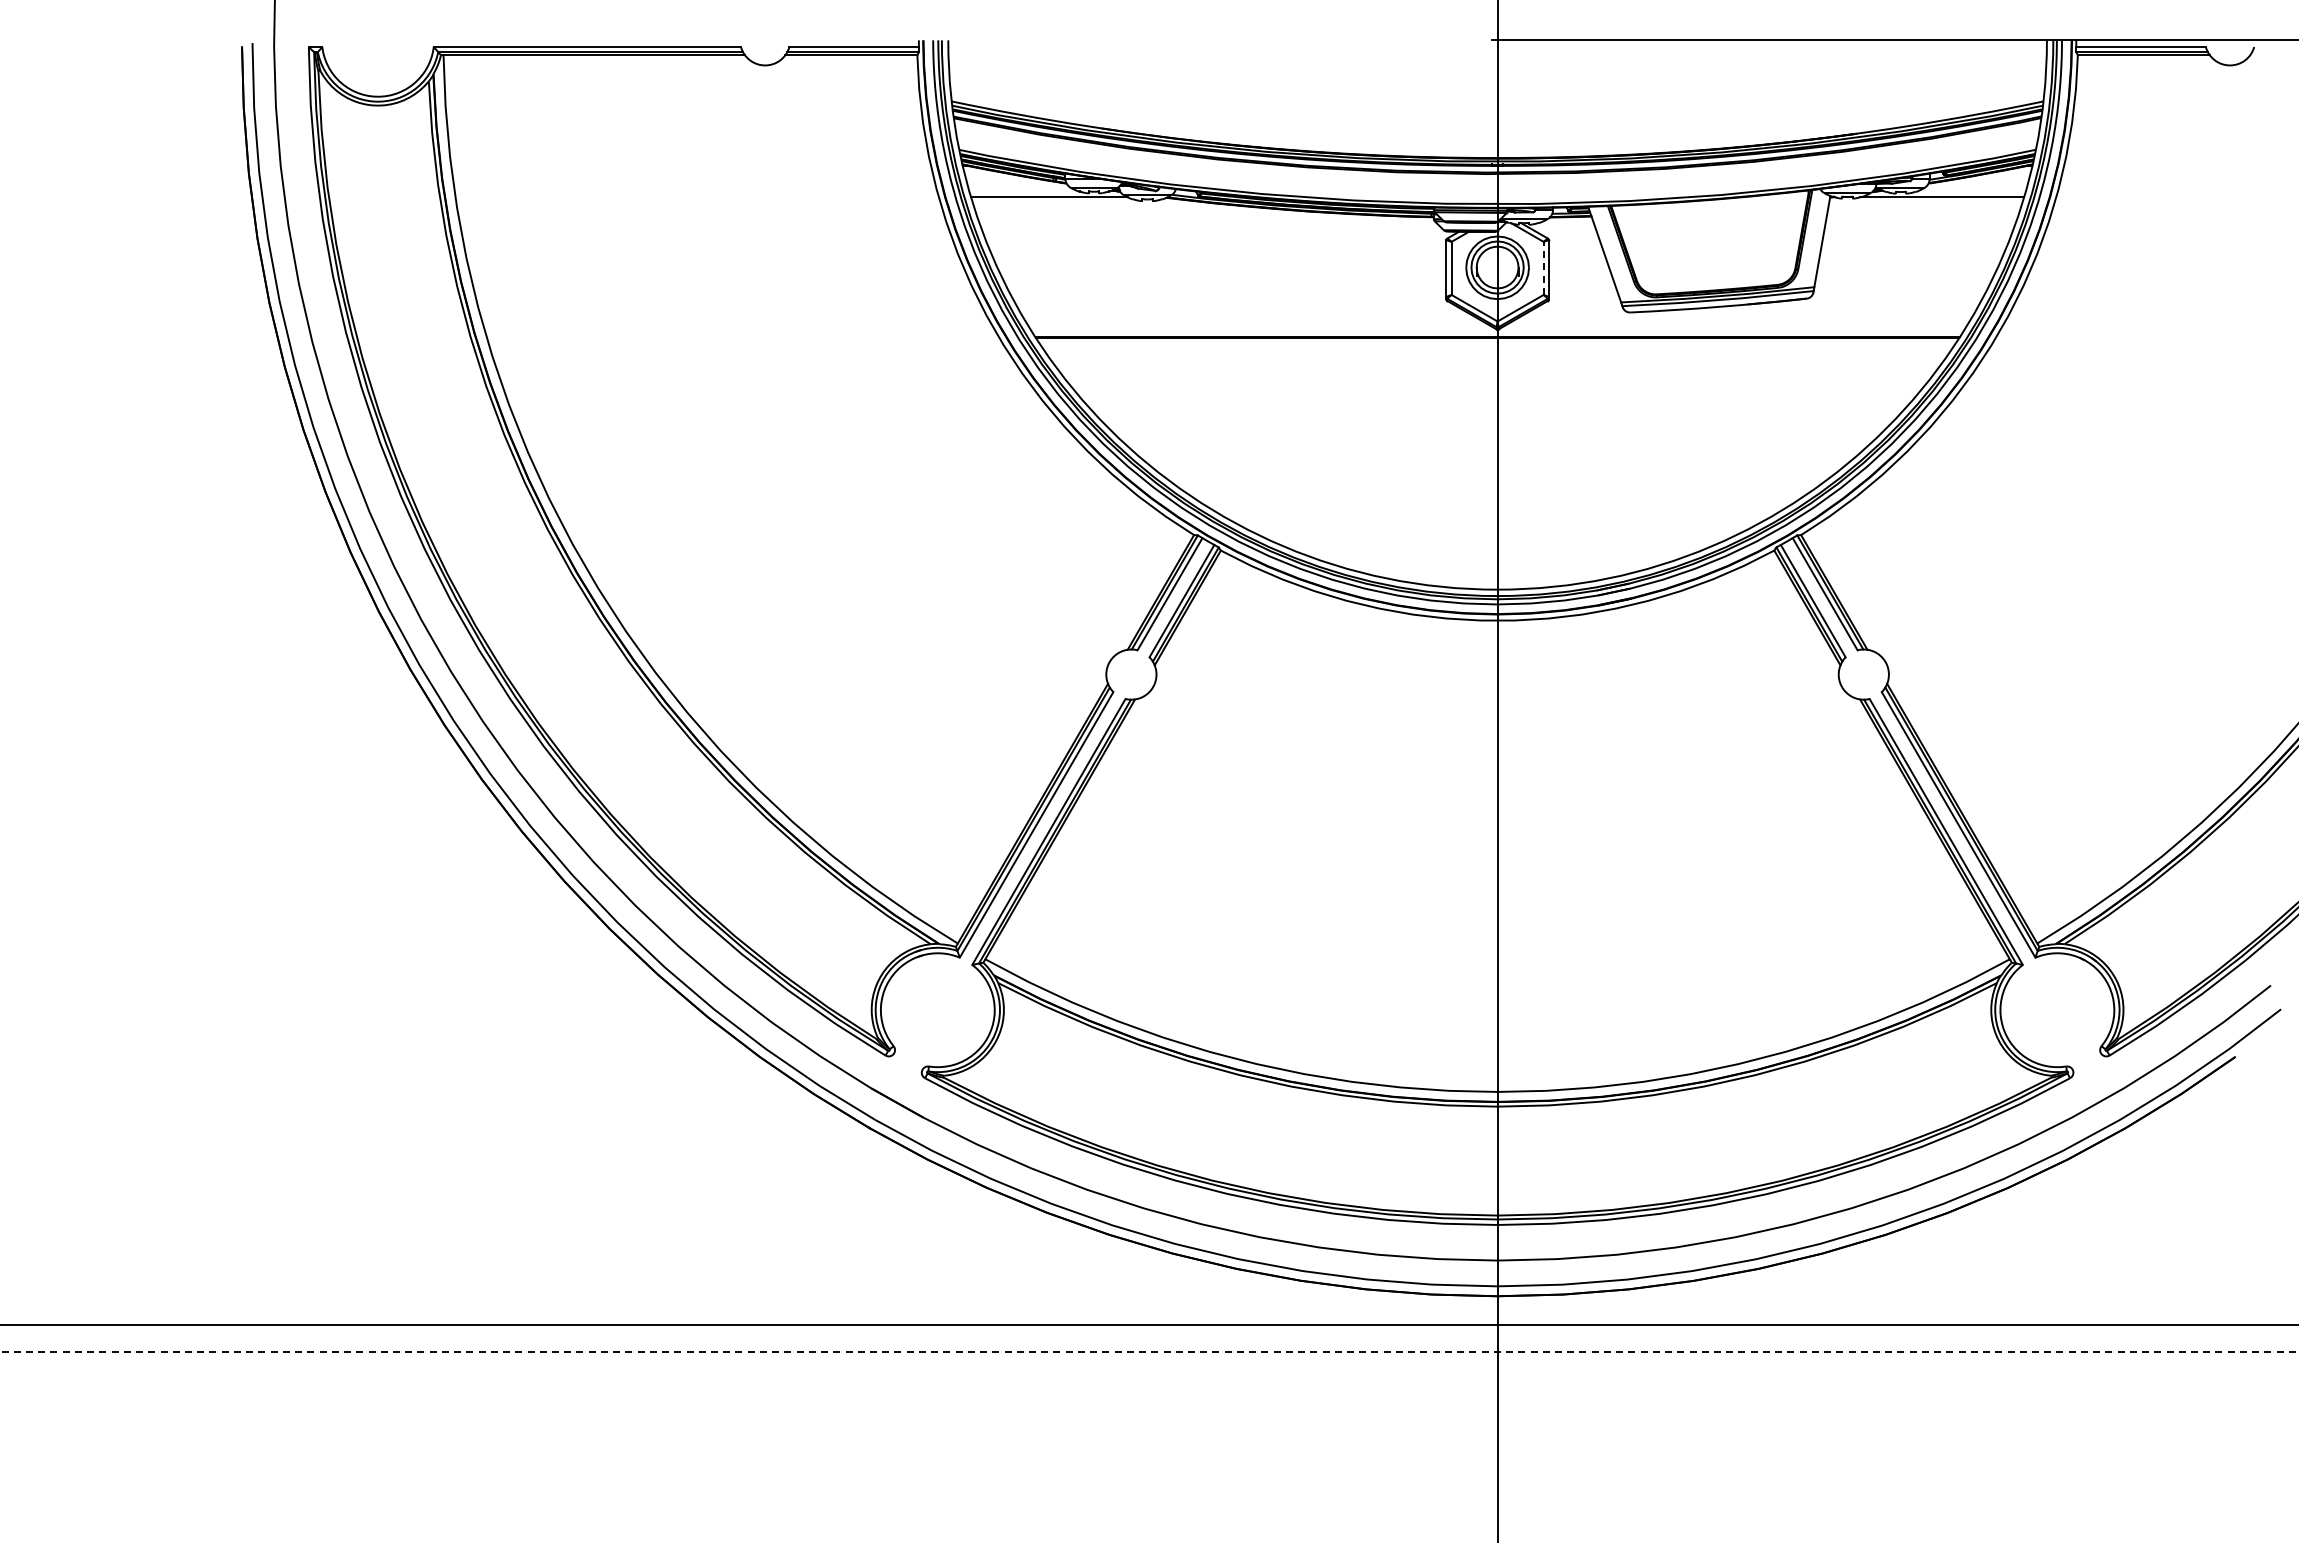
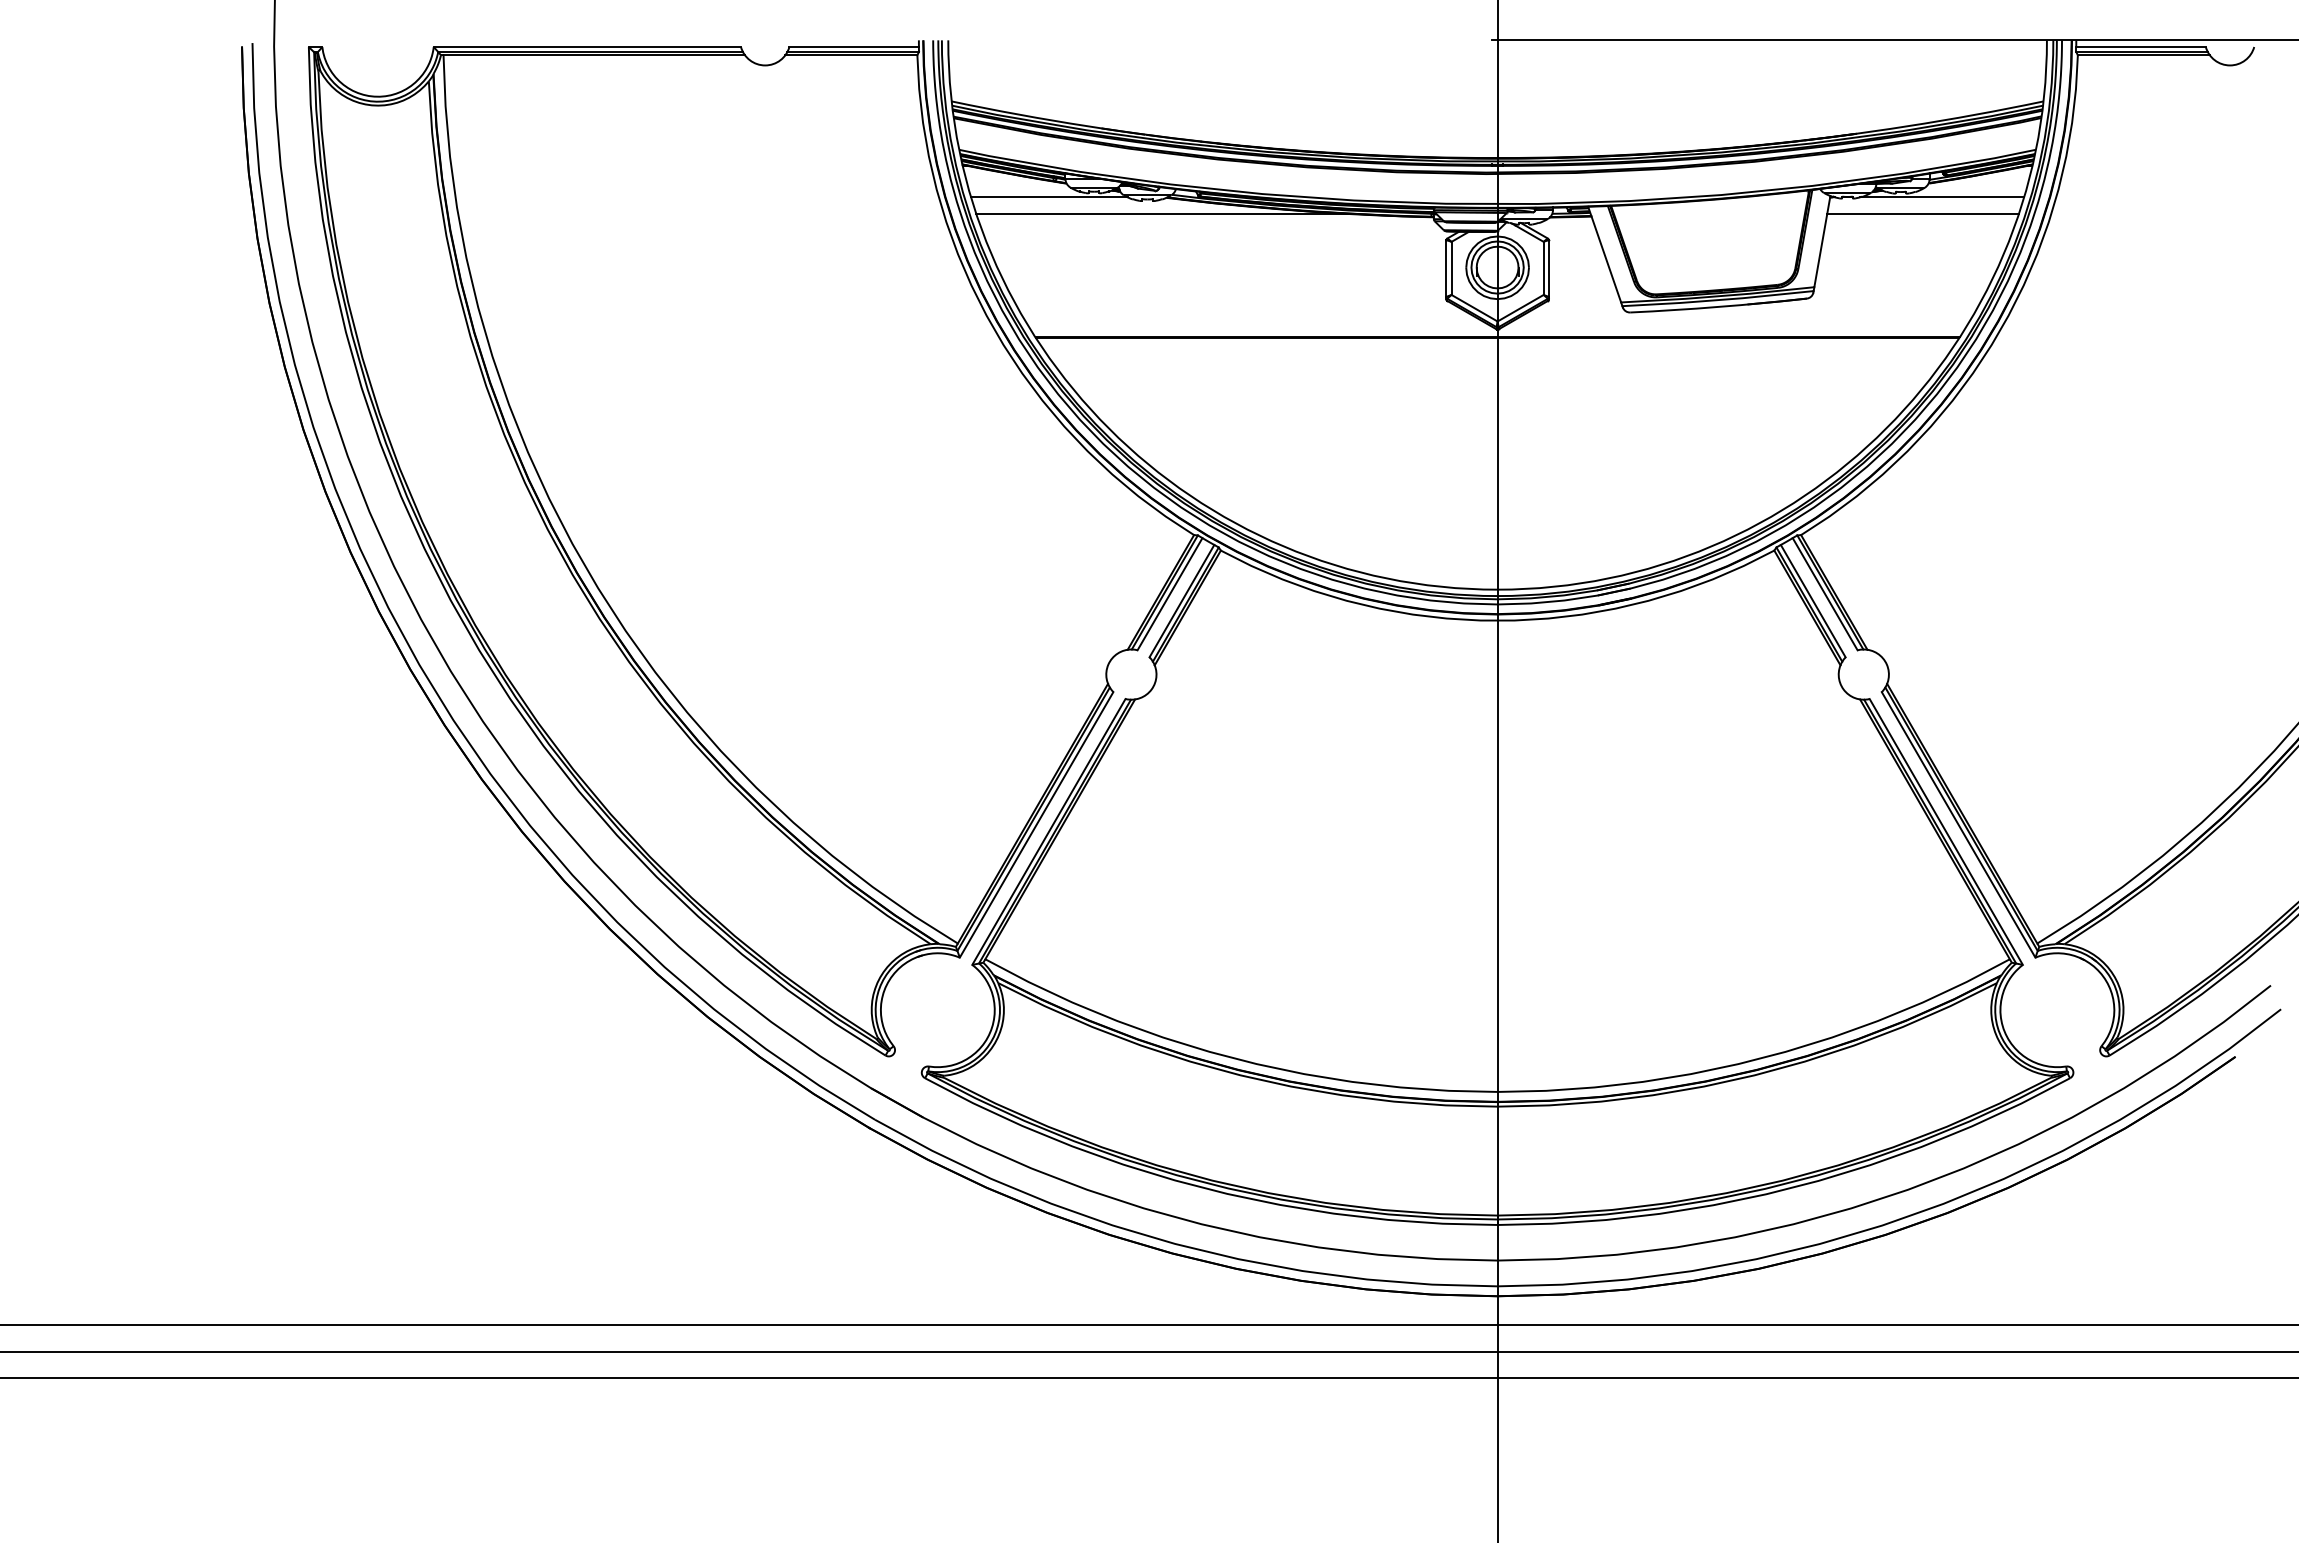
line at (1164, 213): none -> present
line at (1922, 213): none -> present
line at (1543, 268): dashed -> solid
line at (1149, 1351): dashed -> solid
line at (1148, 1378): none -> present
